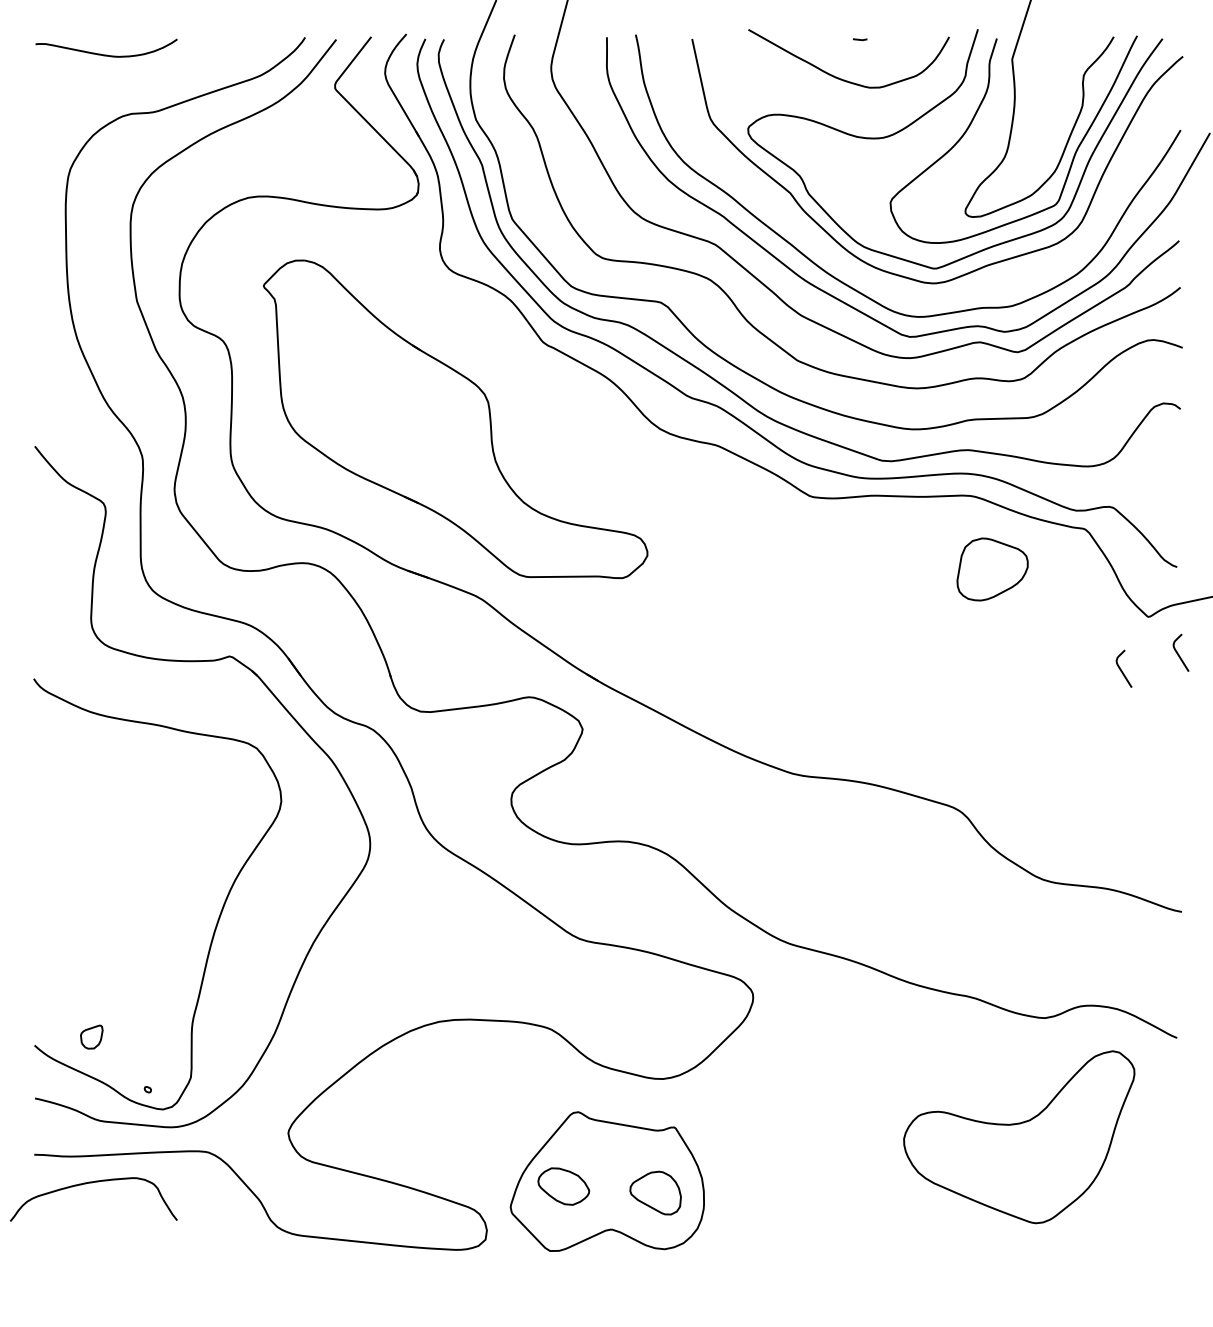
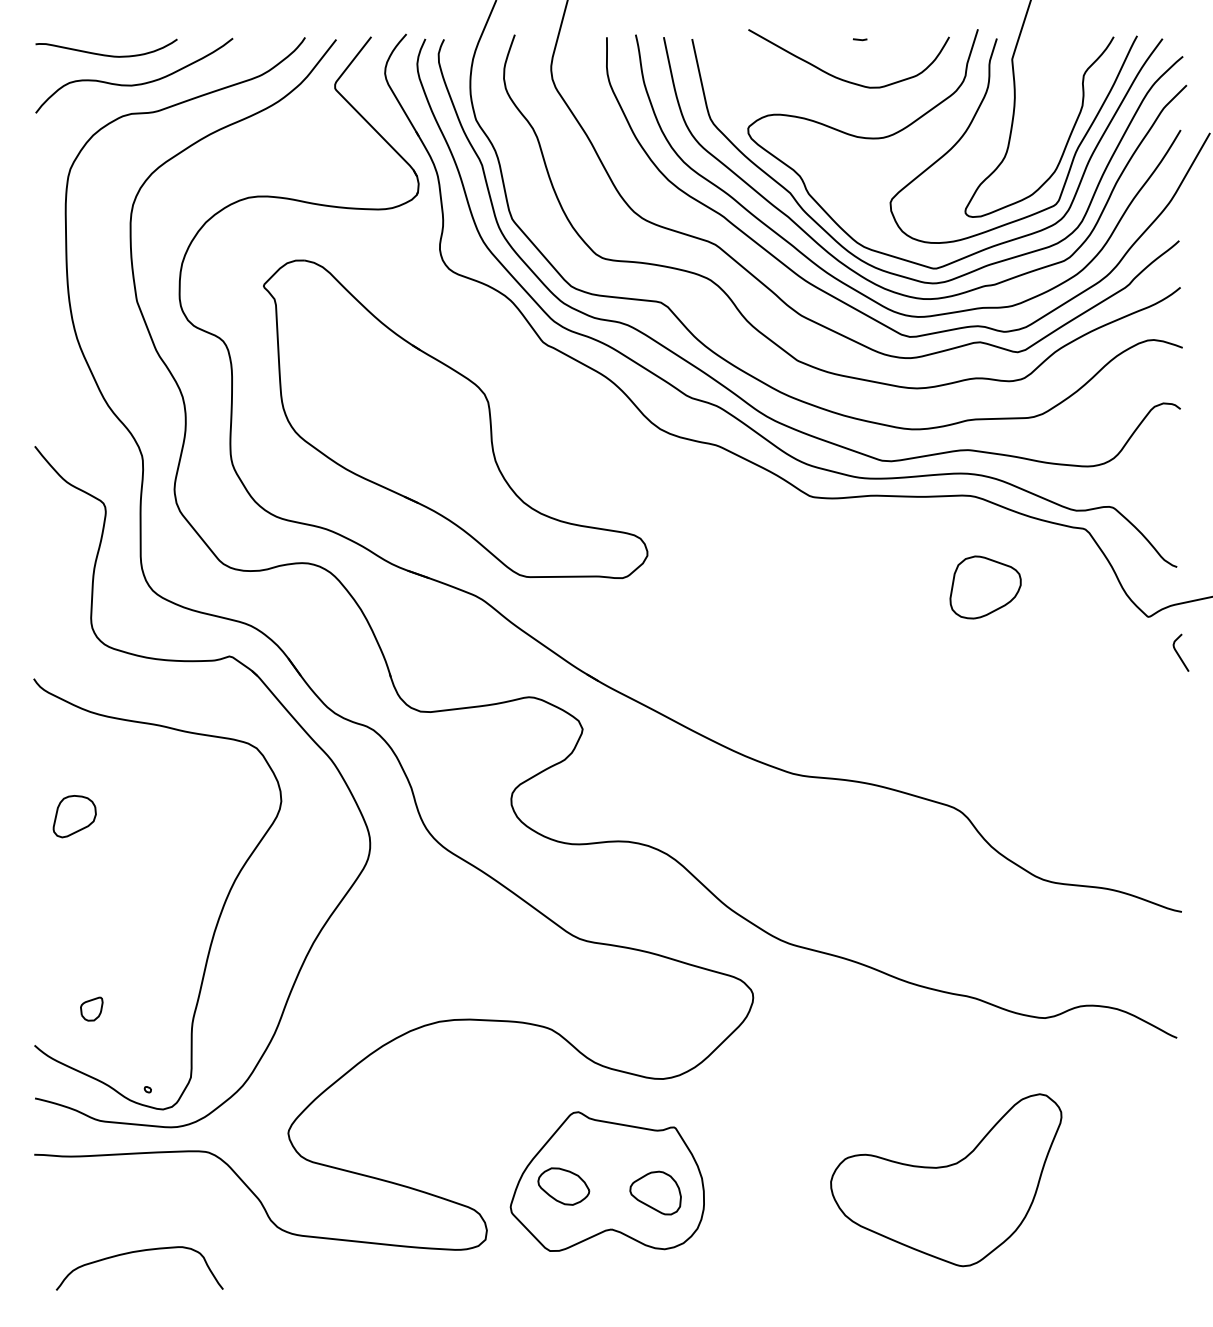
curve at (137, 83): none -> present
curve at (859, 273): none -> present
part at (992, 569) position: (992, 569) -> (985, 587)
curve at (1121, 669): present -> none
part at (74, 816): none -> present
part at (91, 1036) position: (91, 1036) -> (91, 1008)
part at (1019, 1137) position: (1019, 1137) -> (946, 1180)
curve at (92, 1183) position: (92, 1183) -> (138, 1252)
